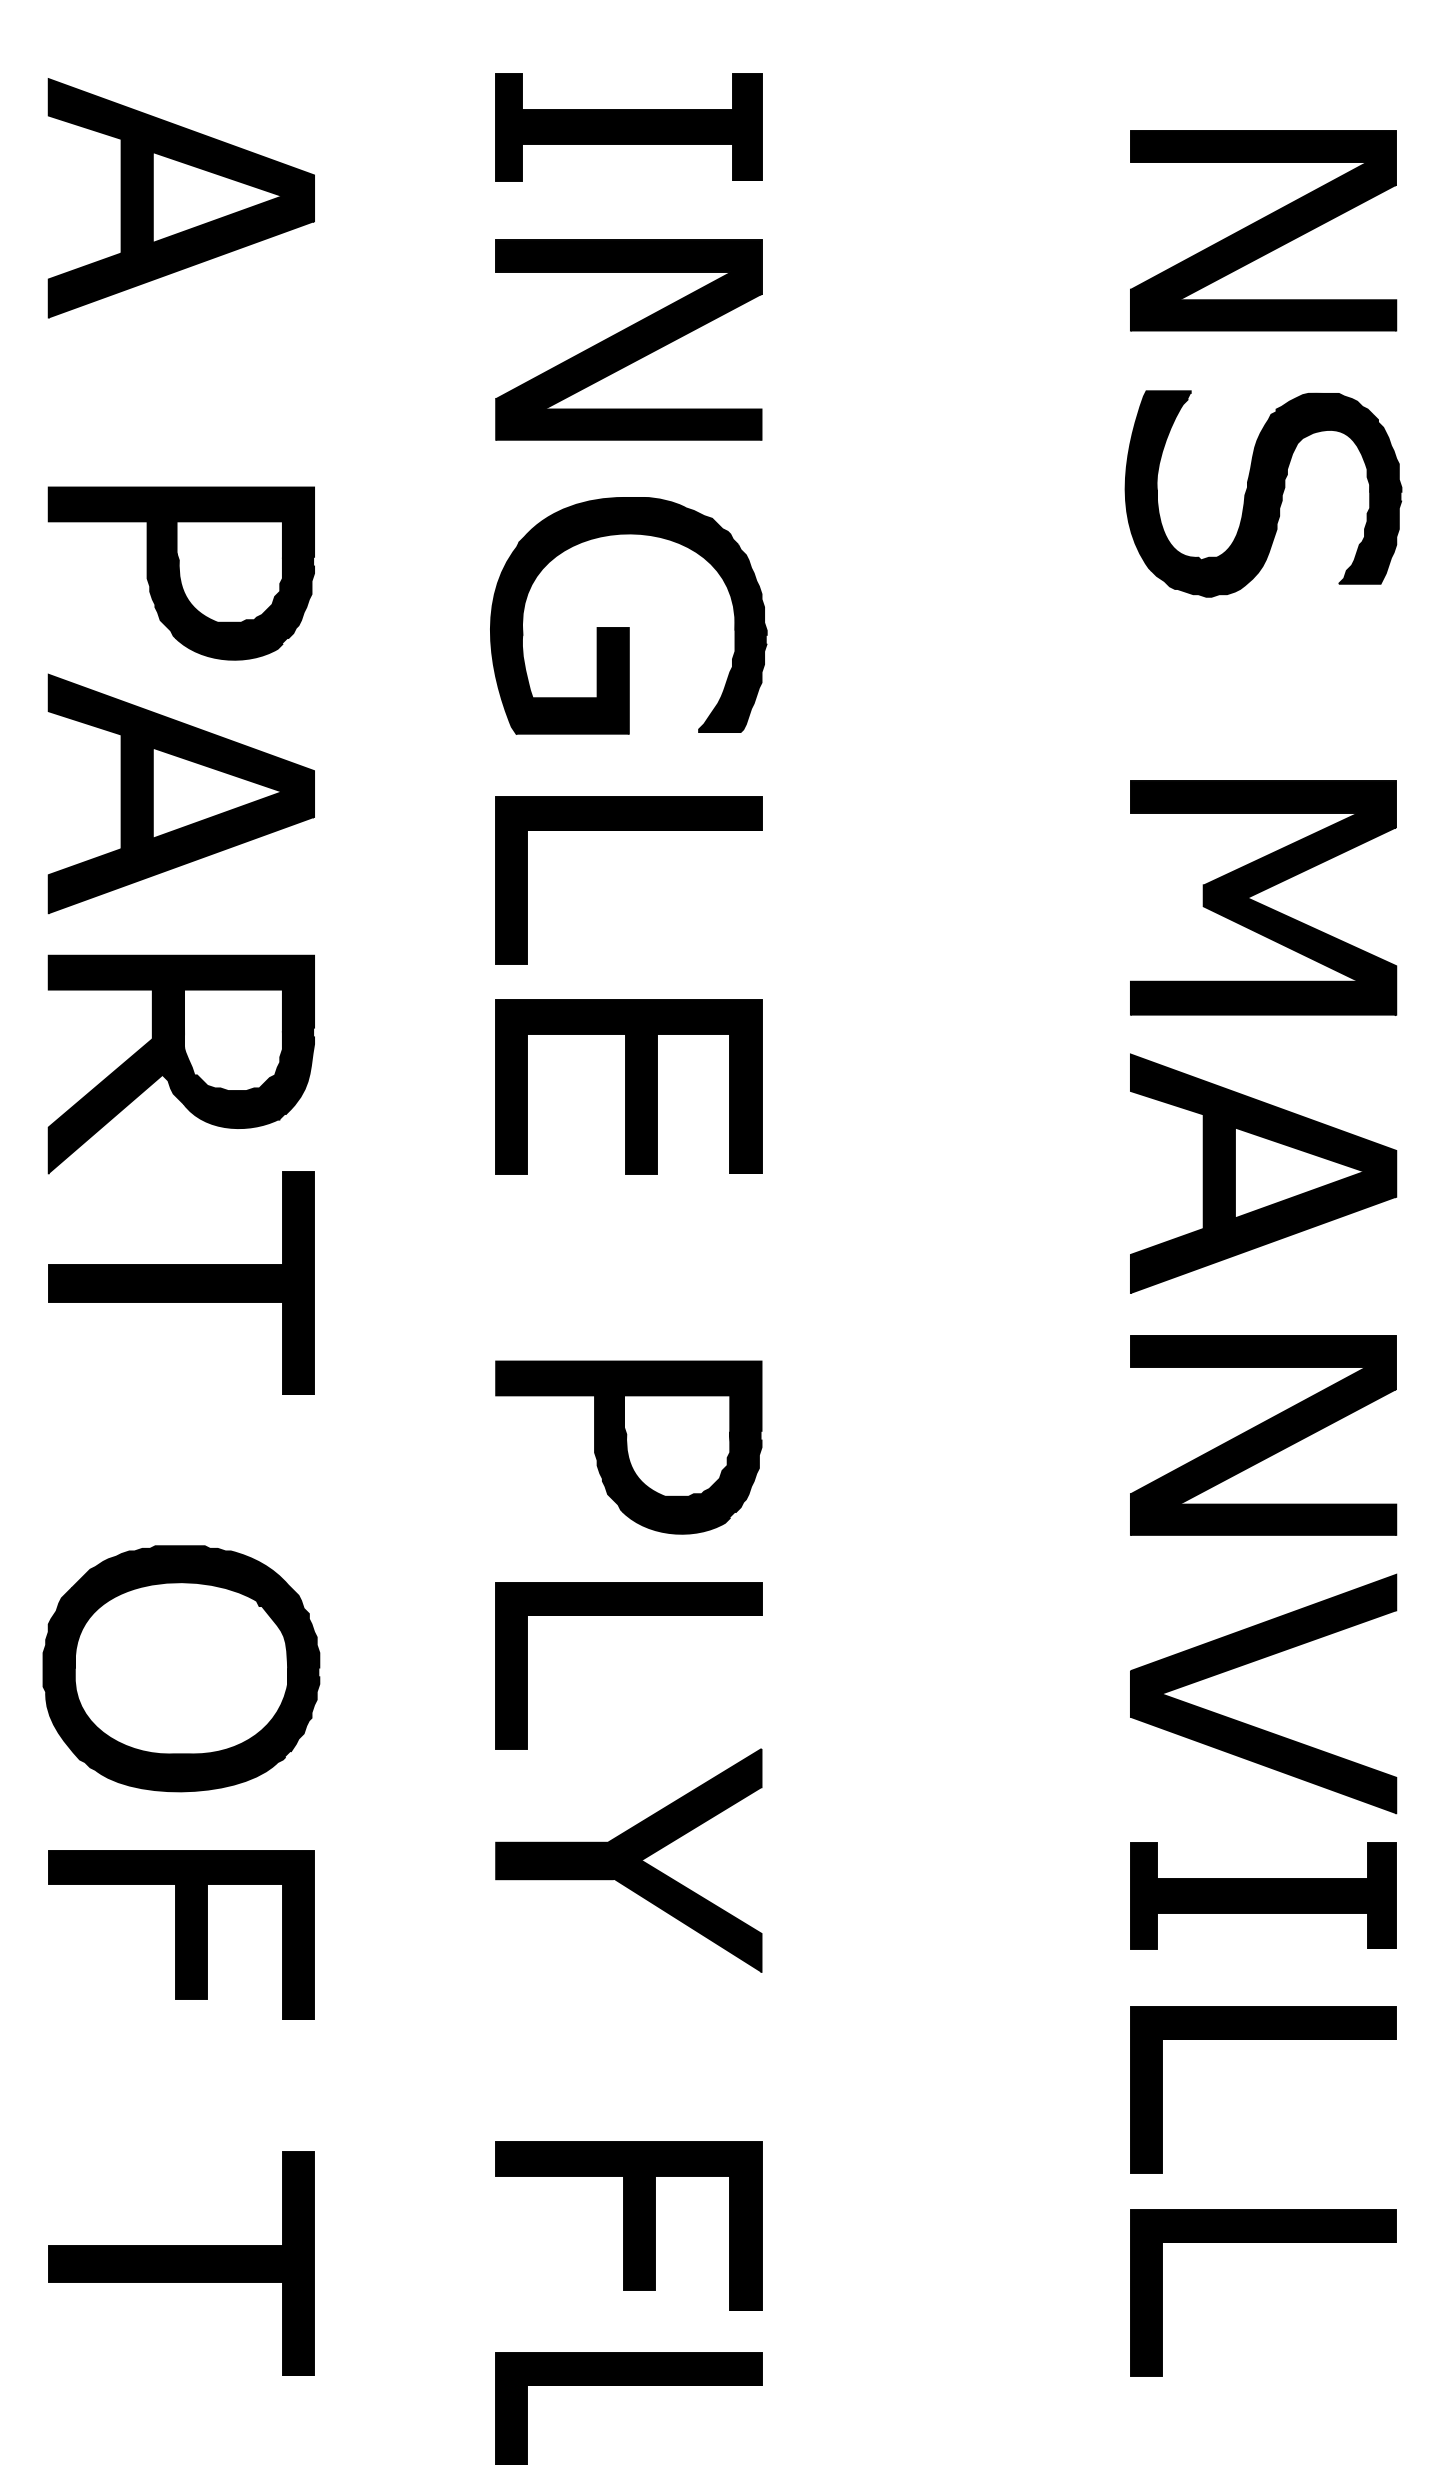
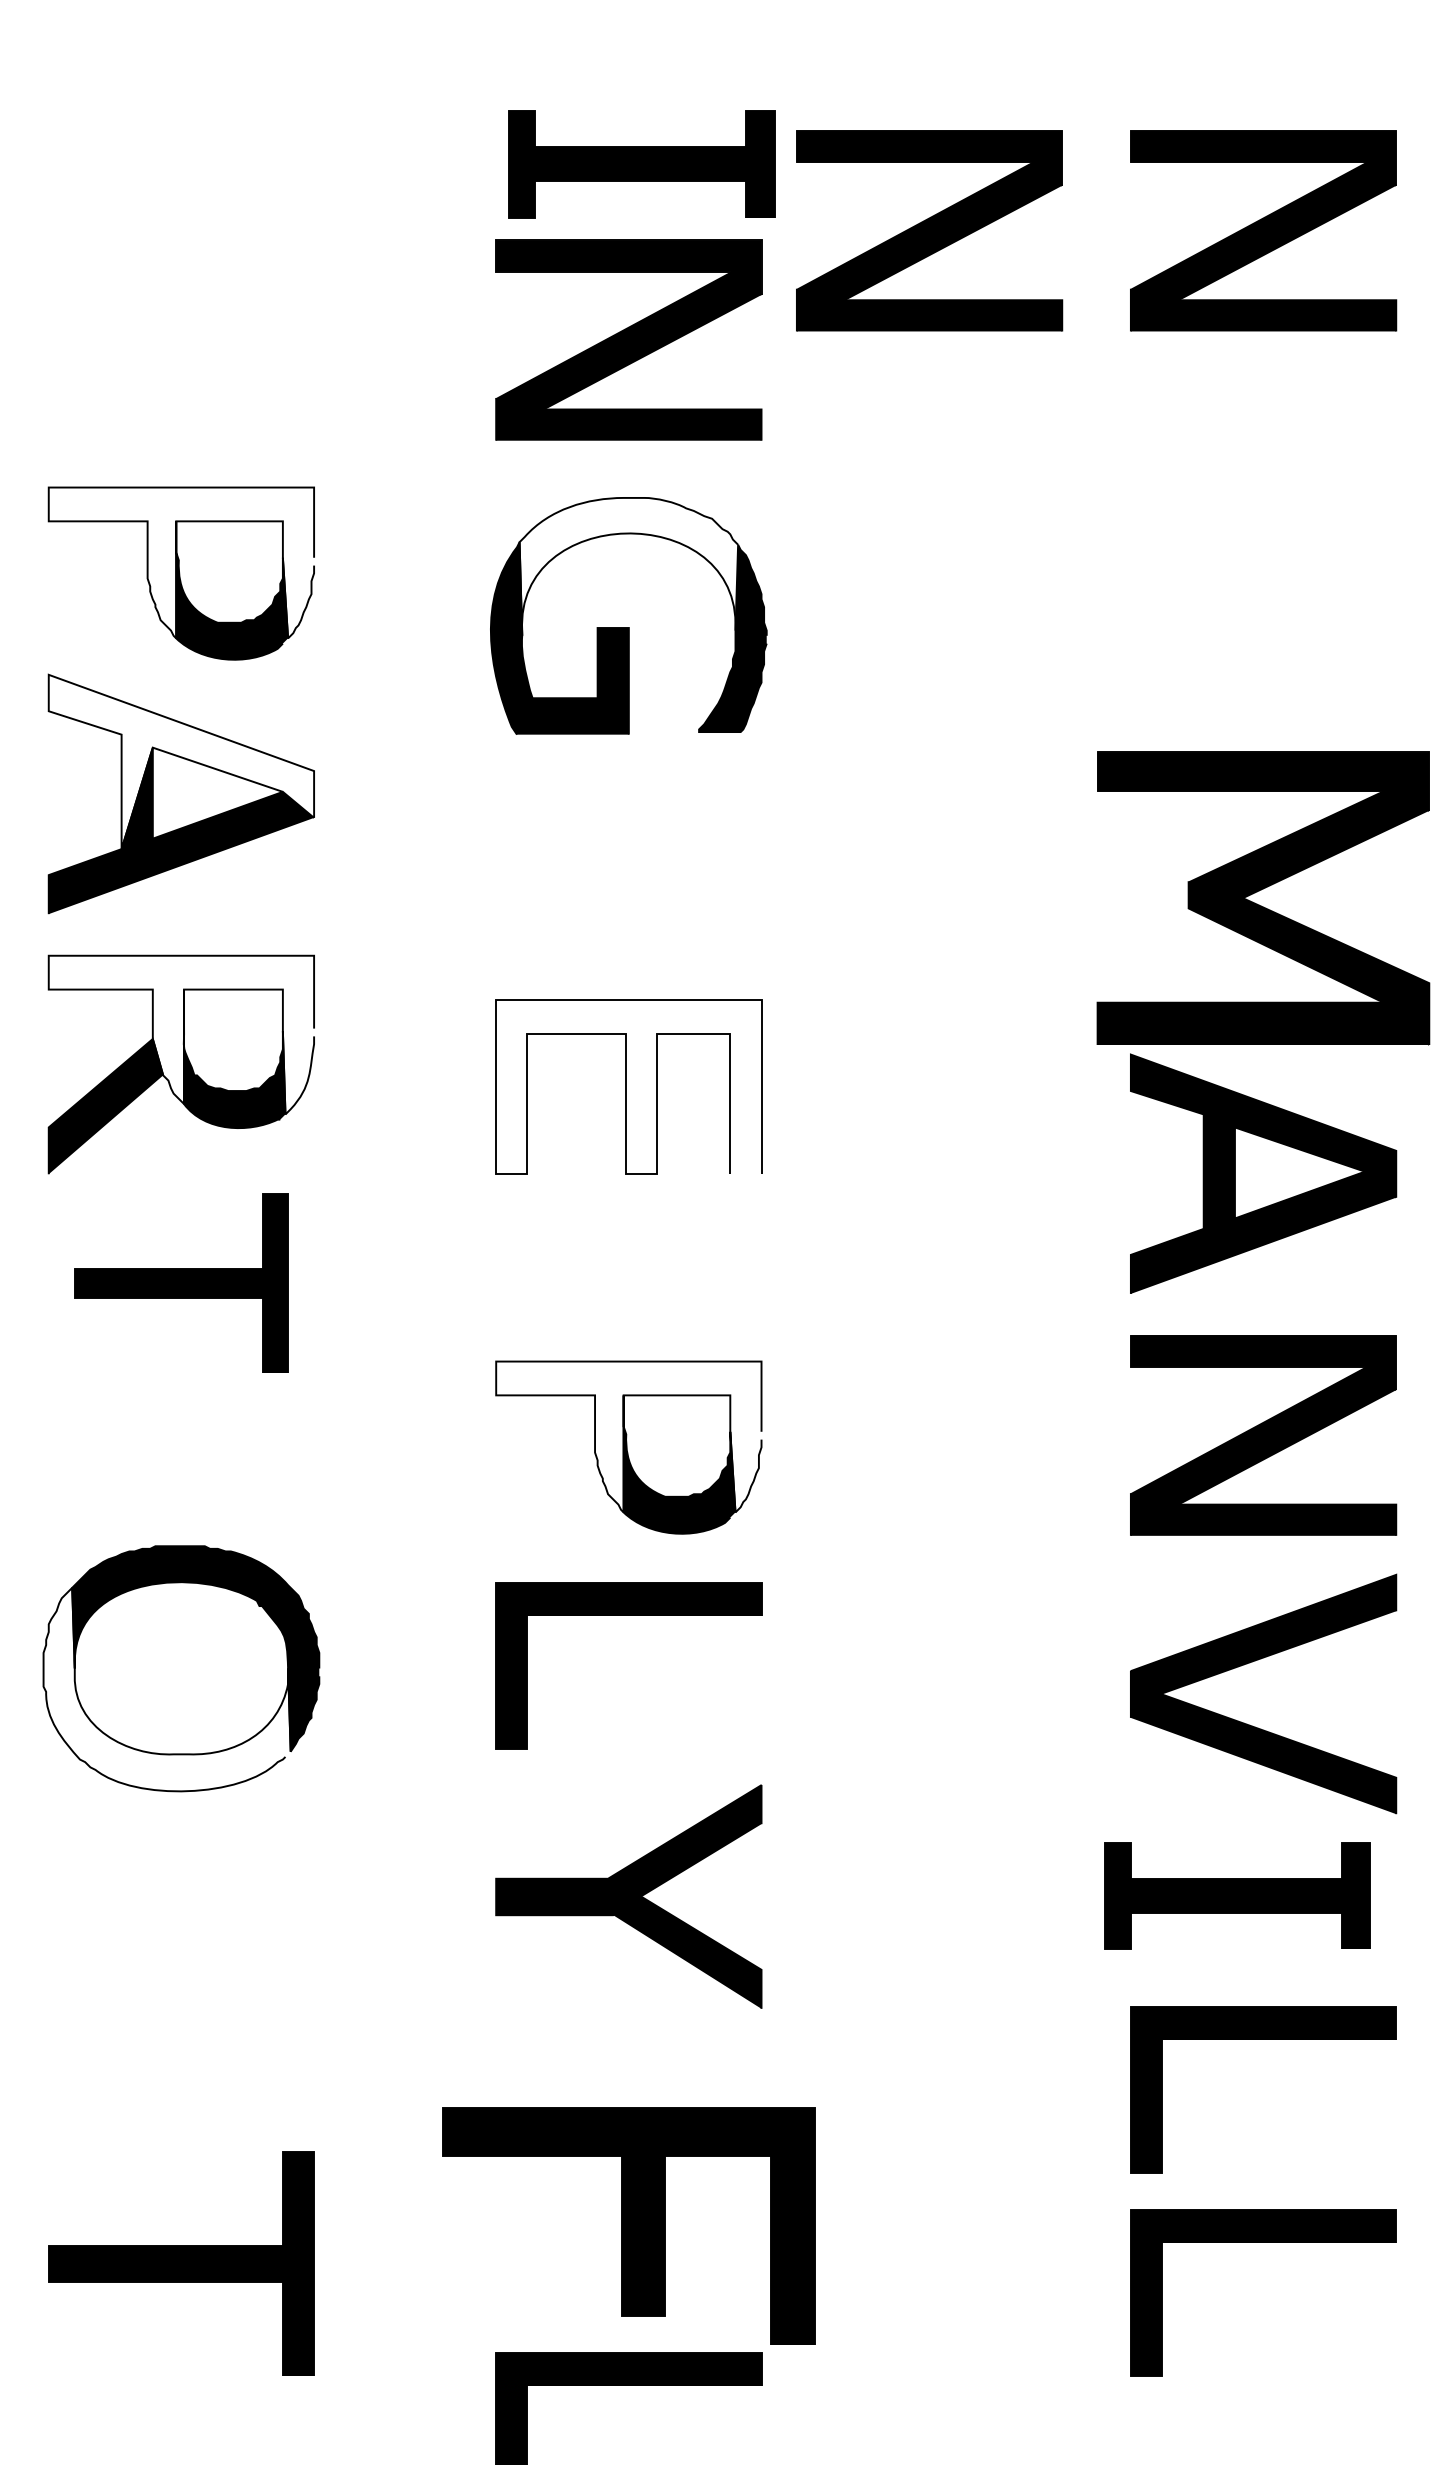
part at (628, 127) position: (628, 127) -> (641, 164)
part at (180, 198): present -> none
part at (929, 230): none -> present
part at (1263, 493): present -> none
fill at (181, 562): present -> none
fill at (628, 566): present -> none
fill at (181, 761): present -> none
part at (628, 830): present -> none
part at (1263, 897) size: 268x236 px -> 335x295 px
fill at (181, 1034): present -> none
fill at (628, 1086): present -> none
part at (181, 1282) size: 267x224 px -> 215x180 px
fill at (628, 1436): present -> none
fill at (166, 1689): present -> none
part at (628, 1860) position: (628, 1860) -> (628, 1896)
part at (1263, 1895) position: (1263, 1895) -> (1237, 1895)
part at (181, 1934): present -> none
part at (628, 2225) size: 268x170 px -> 374x238 px
